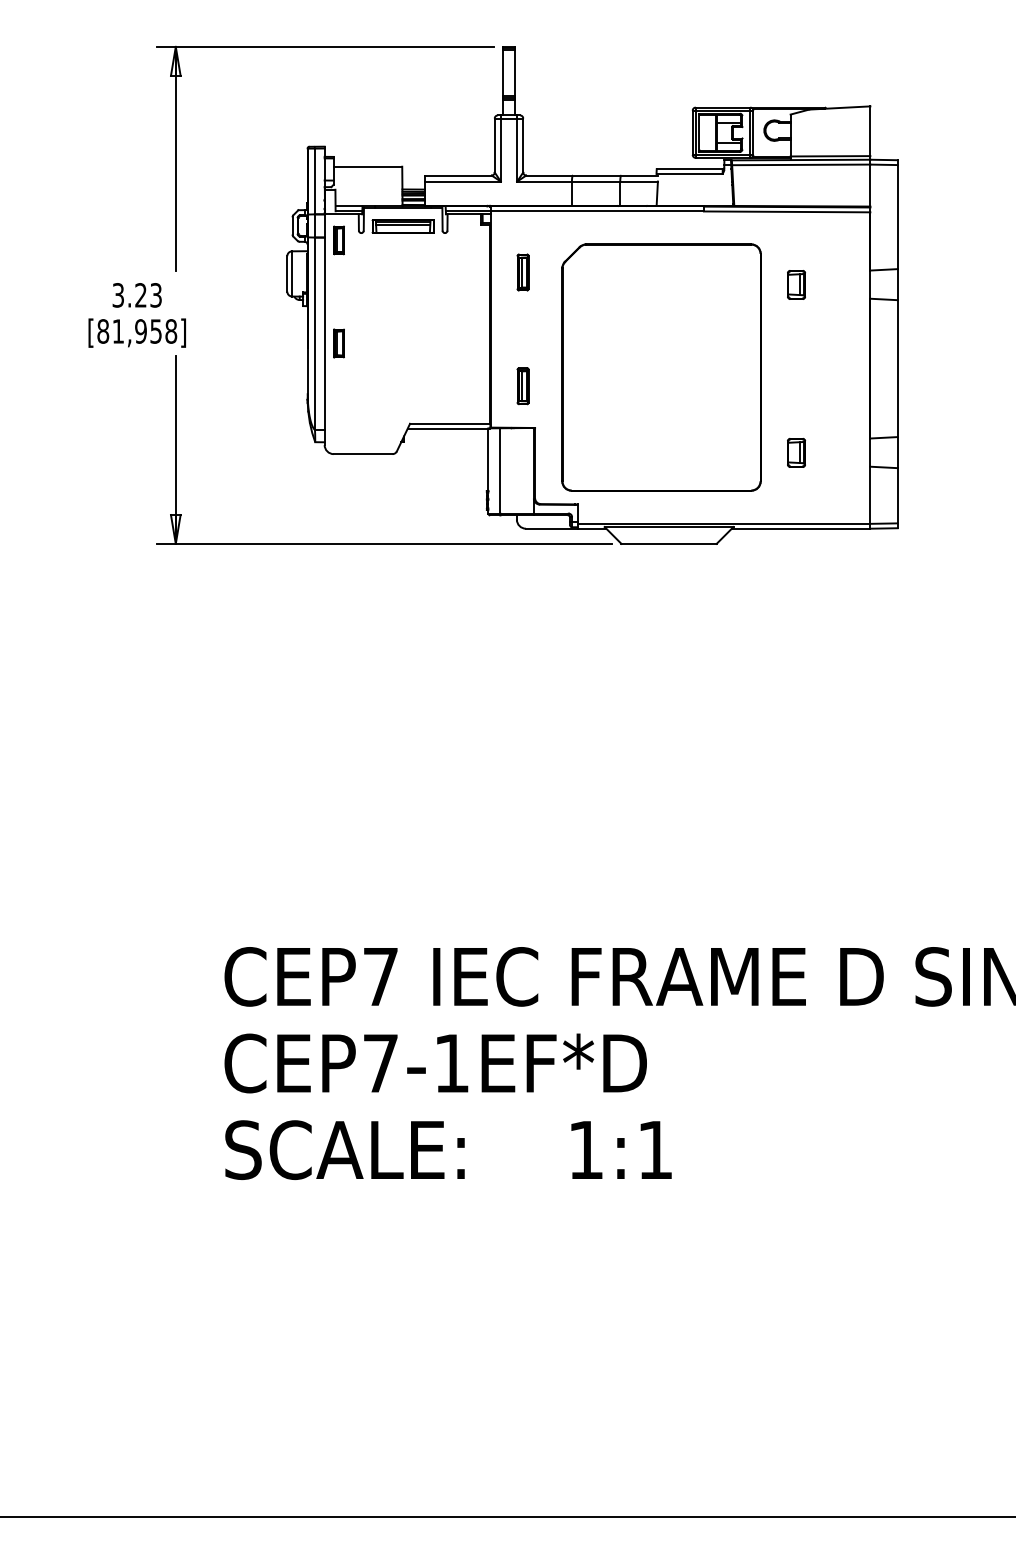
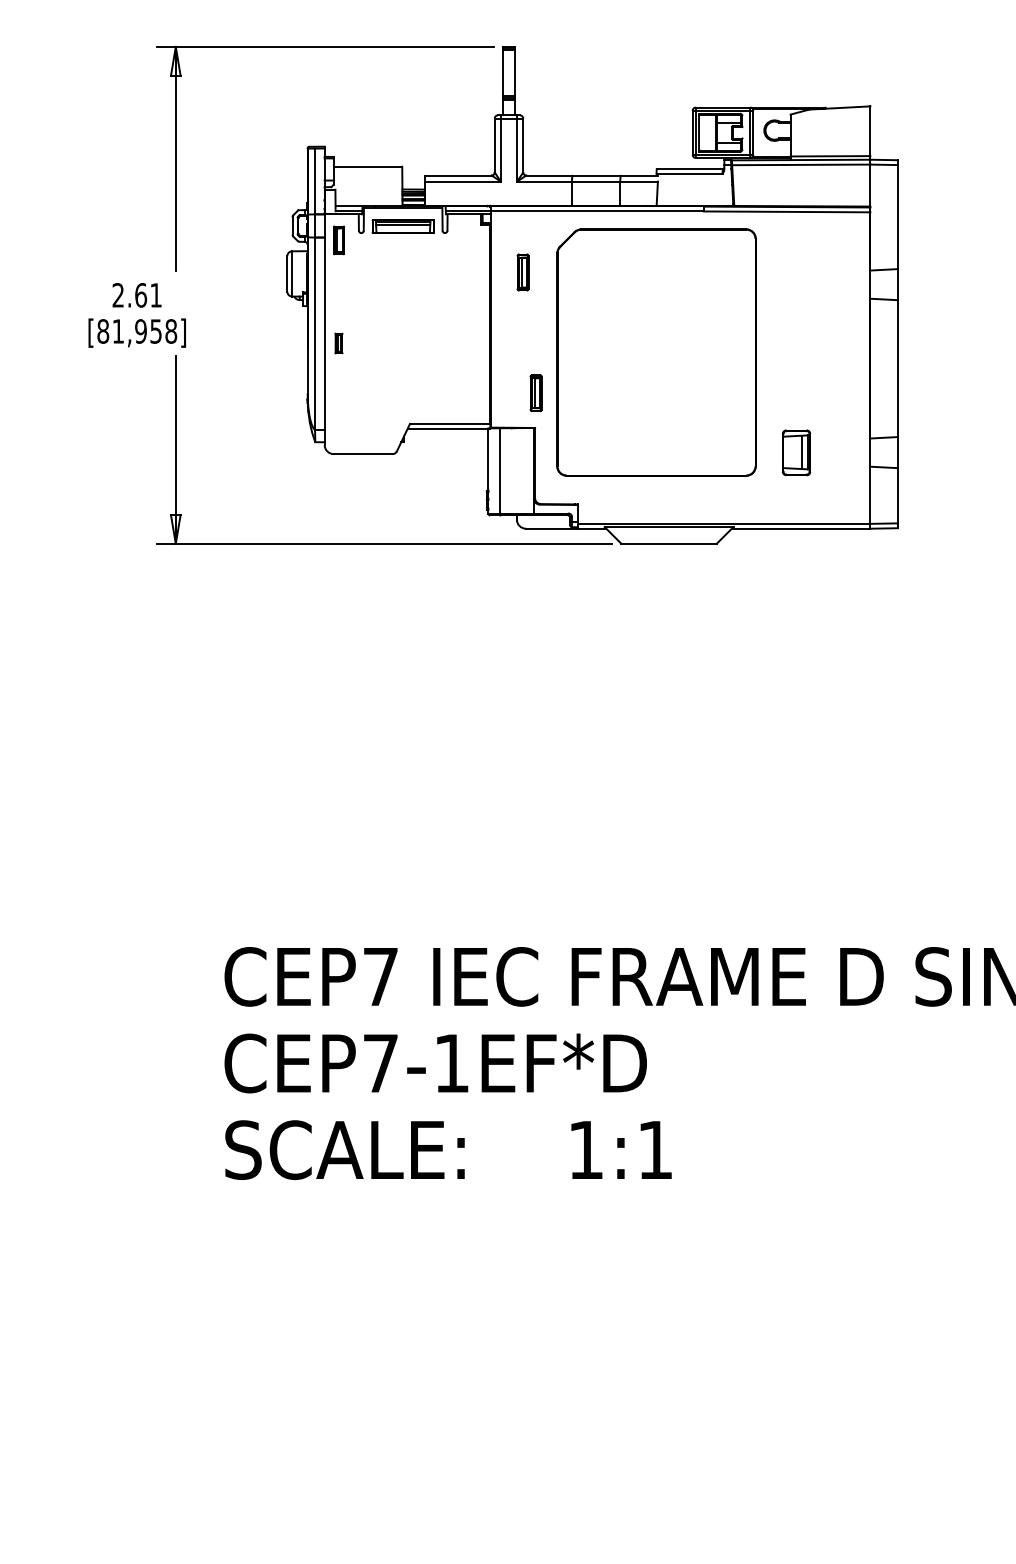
part at (796, 284): present -> none
text at (136, 295): 3.23 -> 2.61
part at (338, 343) size: 12x31 px -> 10x23 px
part at (661, 367) position: (661, 367) -> (656, 352)
part at (522, 386) position: (522, 386) -> (535, 393)
part at (796, 452) size: 19x30 px -> 30x48 px
line at (507, 1517): present -> none
